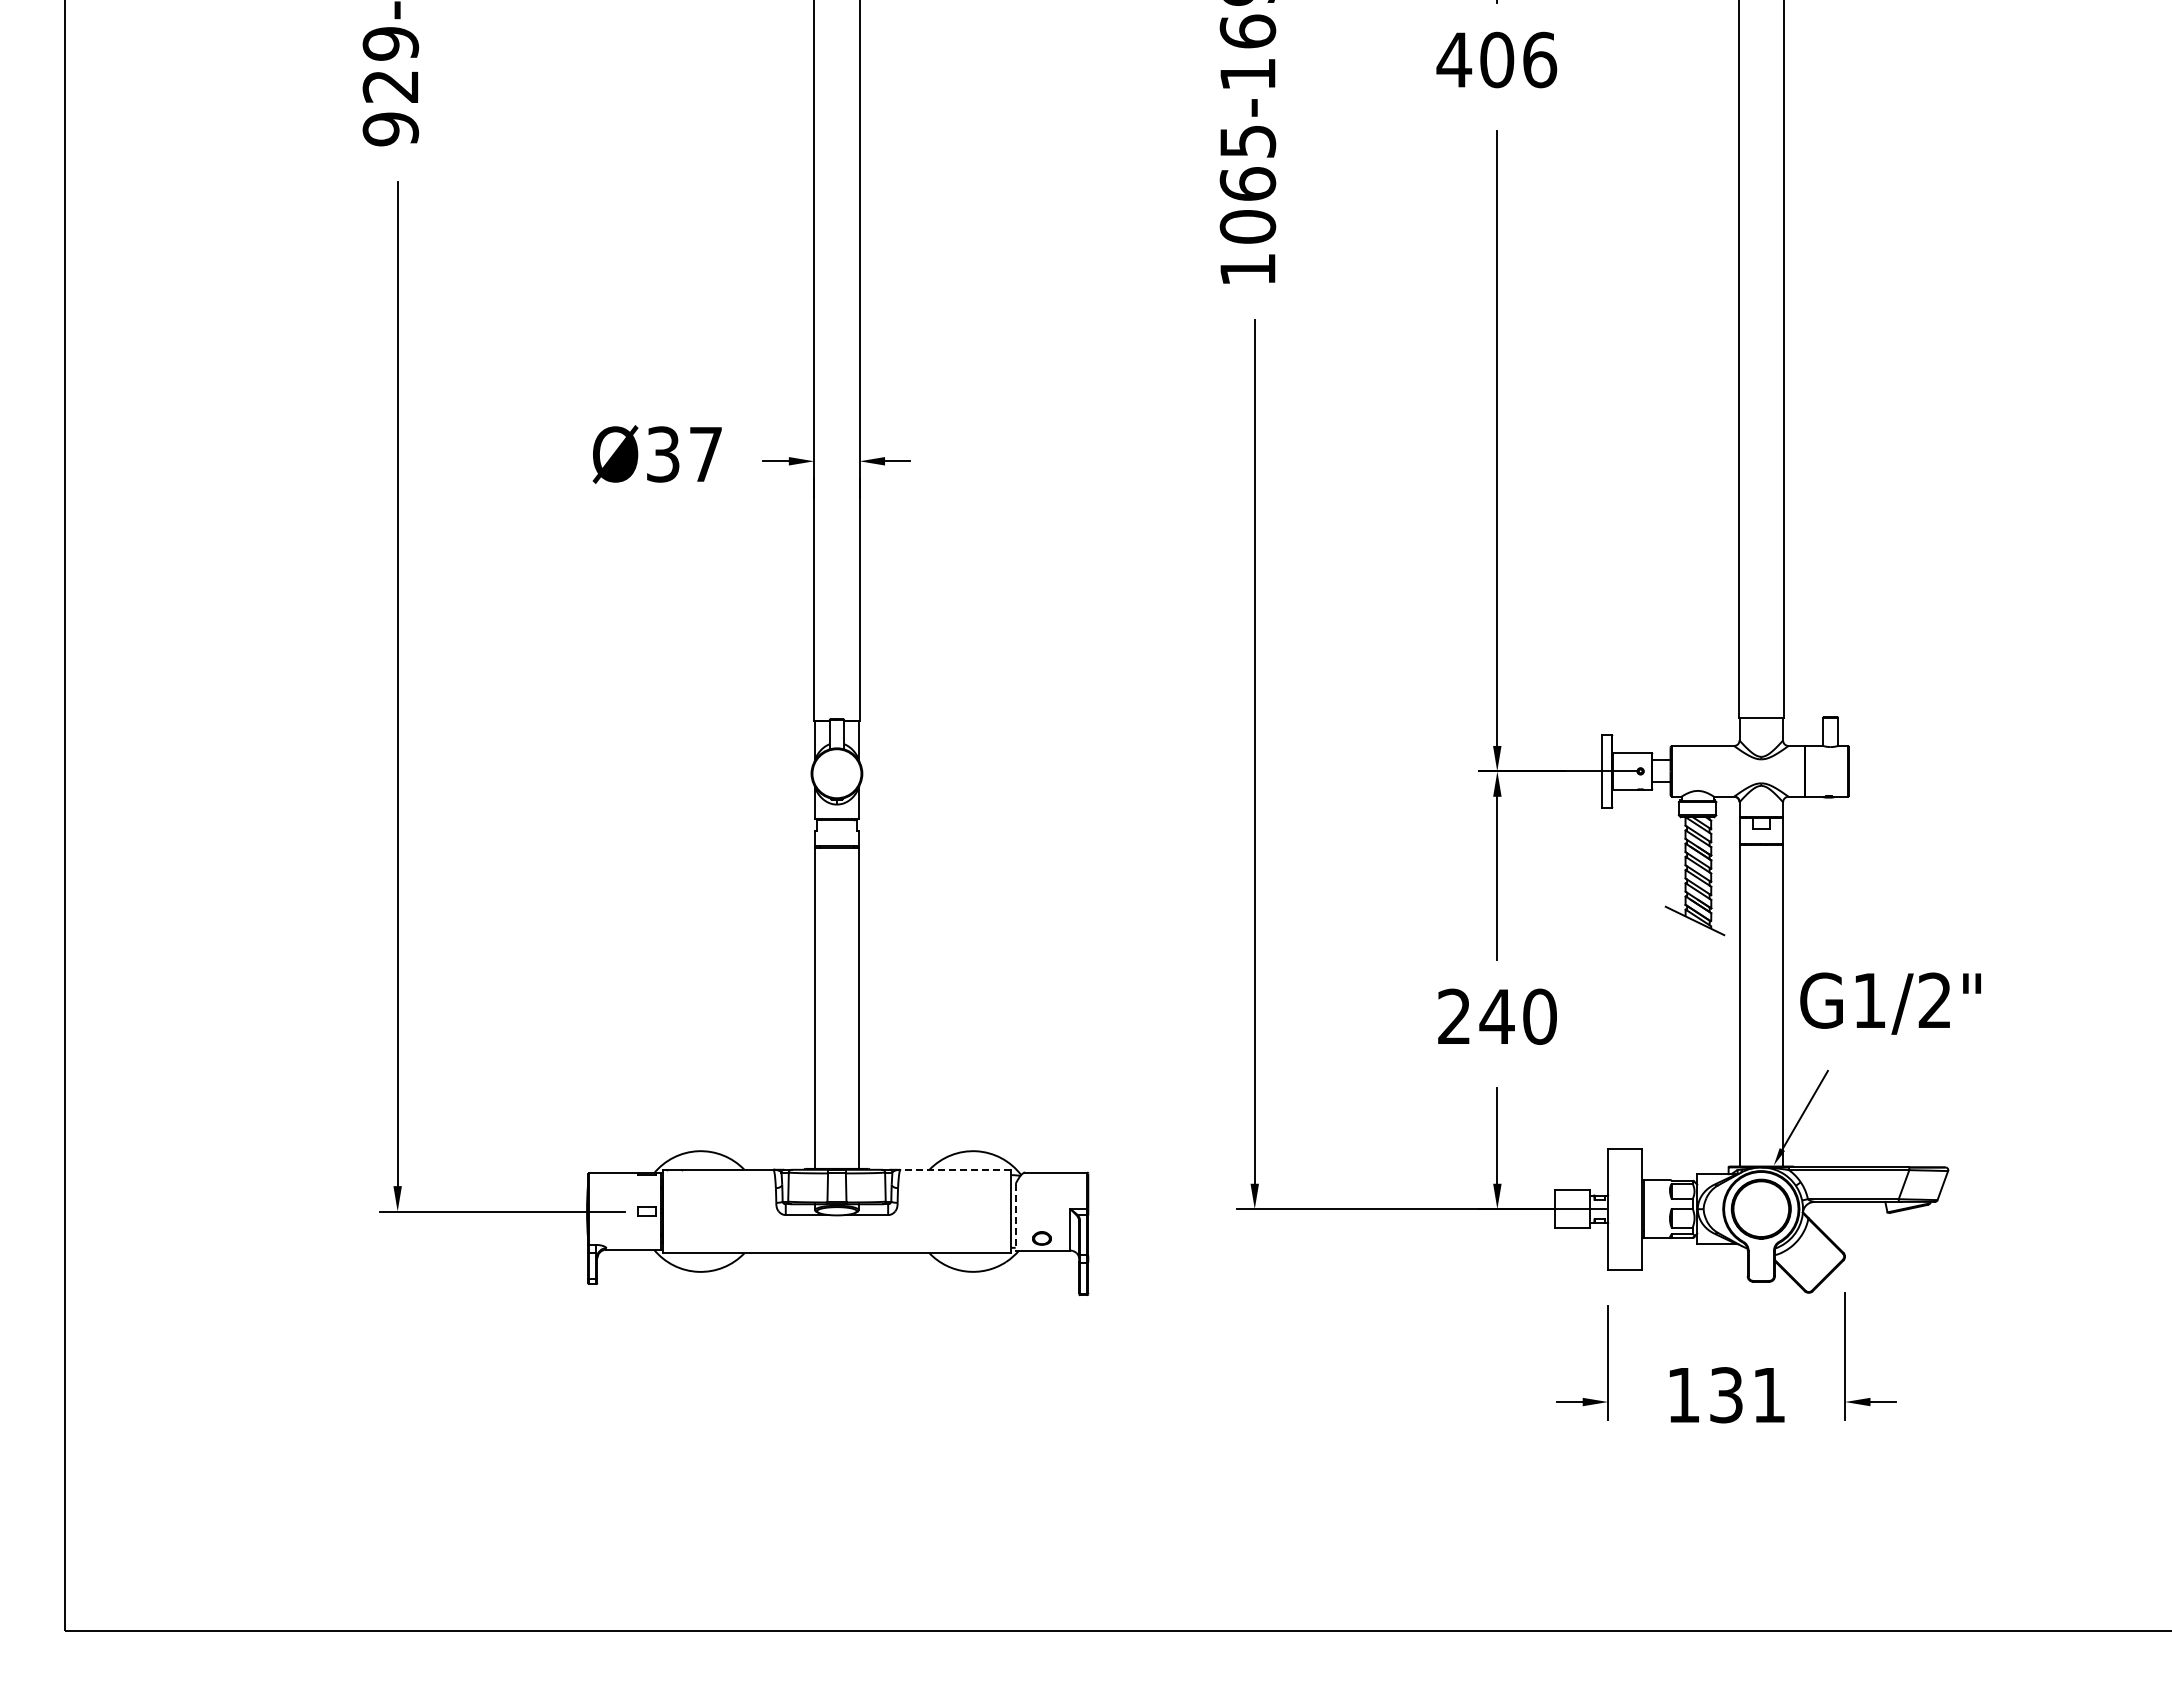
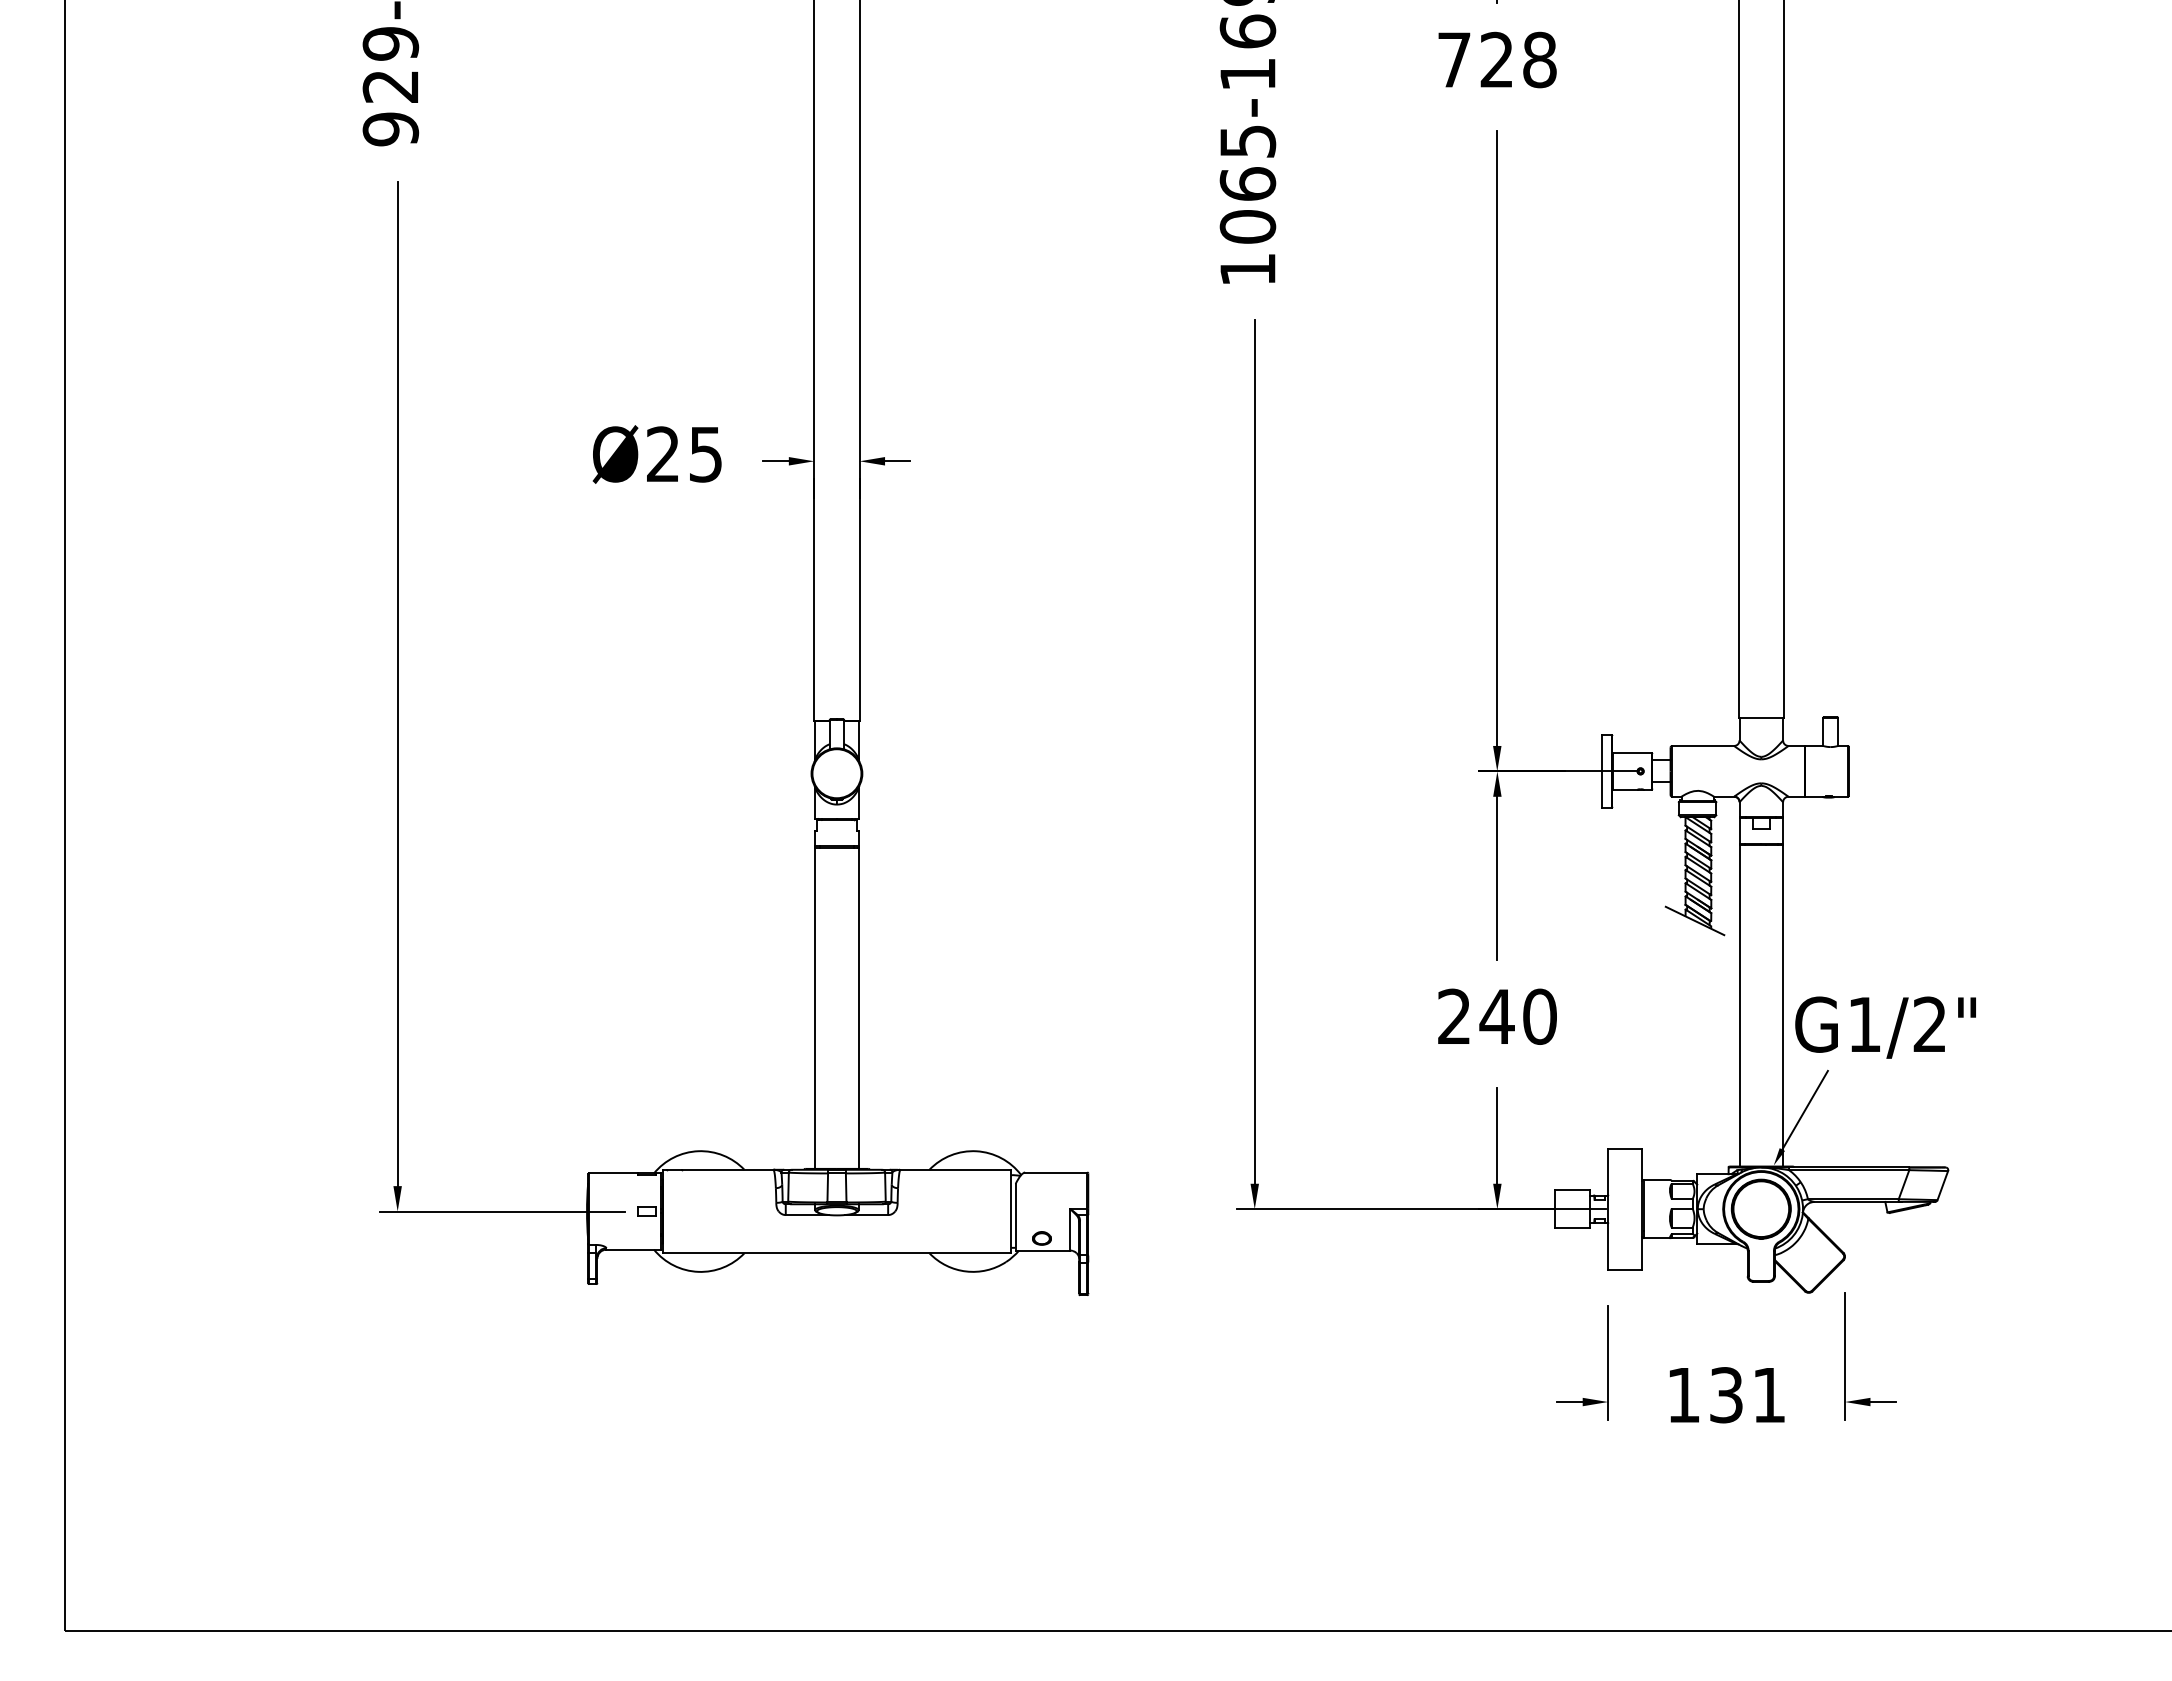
text at (1496, 59): 406 -> 728
text at (684, 454): Ø37 -> Ø25
text at (1890, 1003) position: (1890, 1003) -> (1885, 1027)
line at (955, 1169): dashed -> solid
line at (1015, 1217): dashed -> solid
